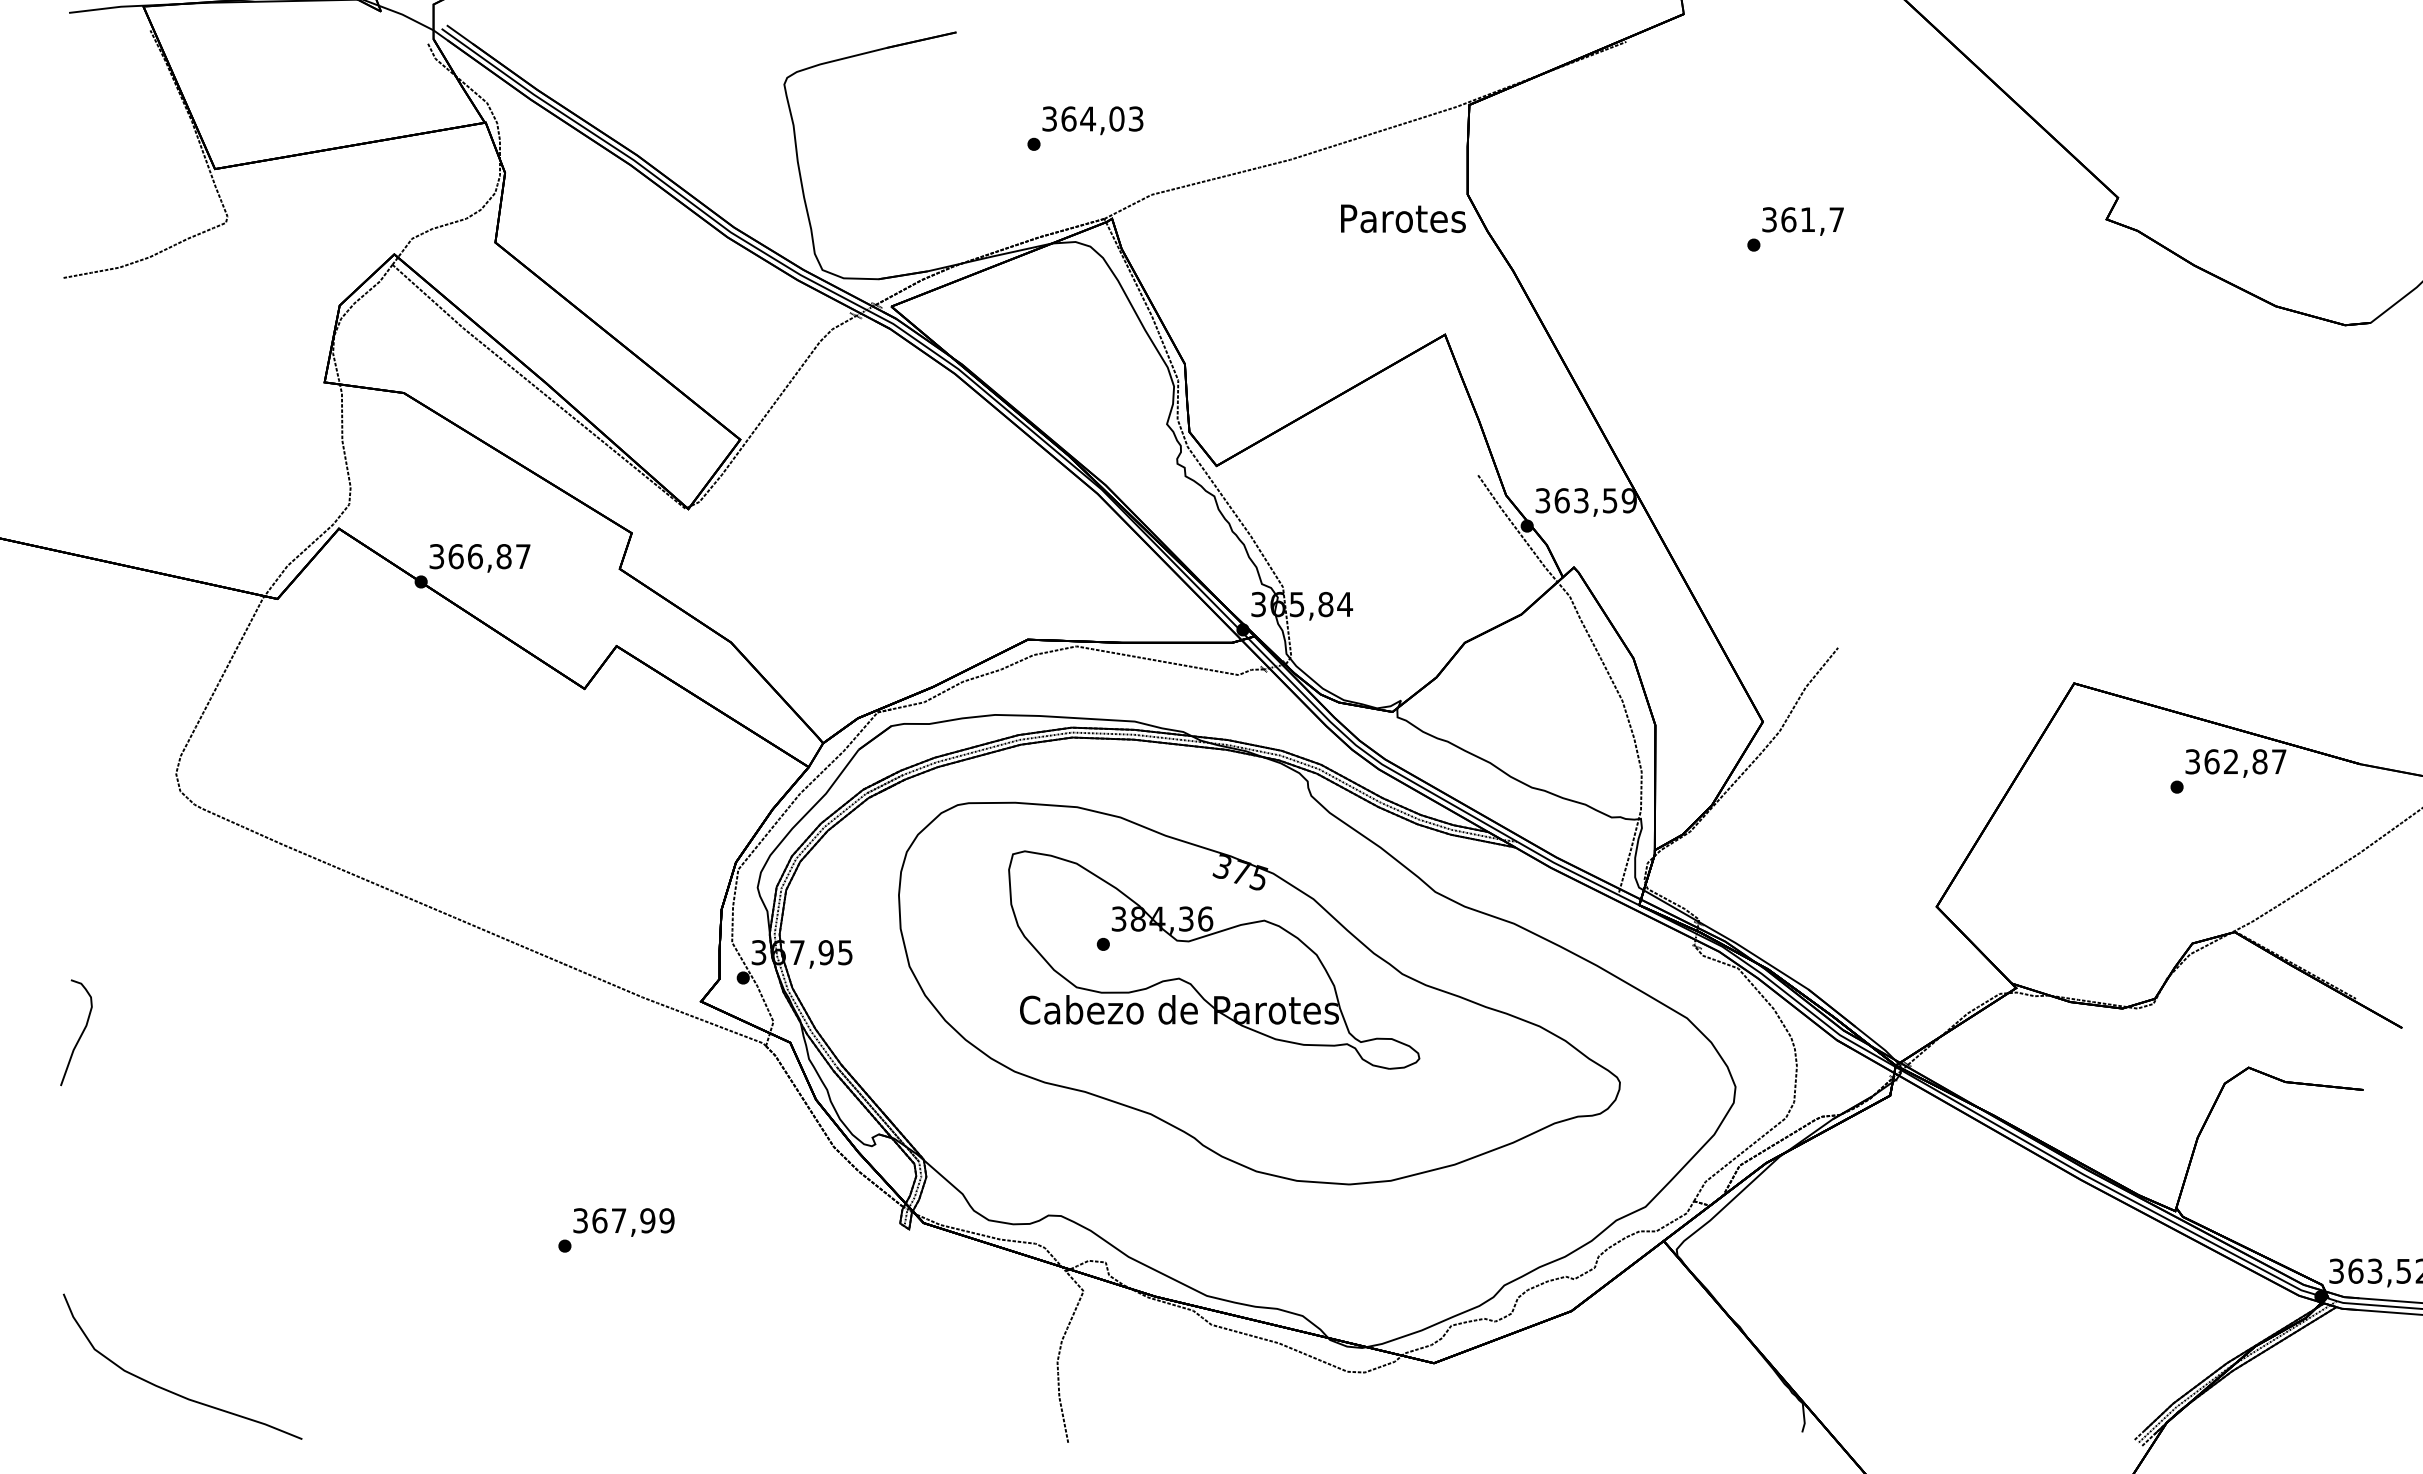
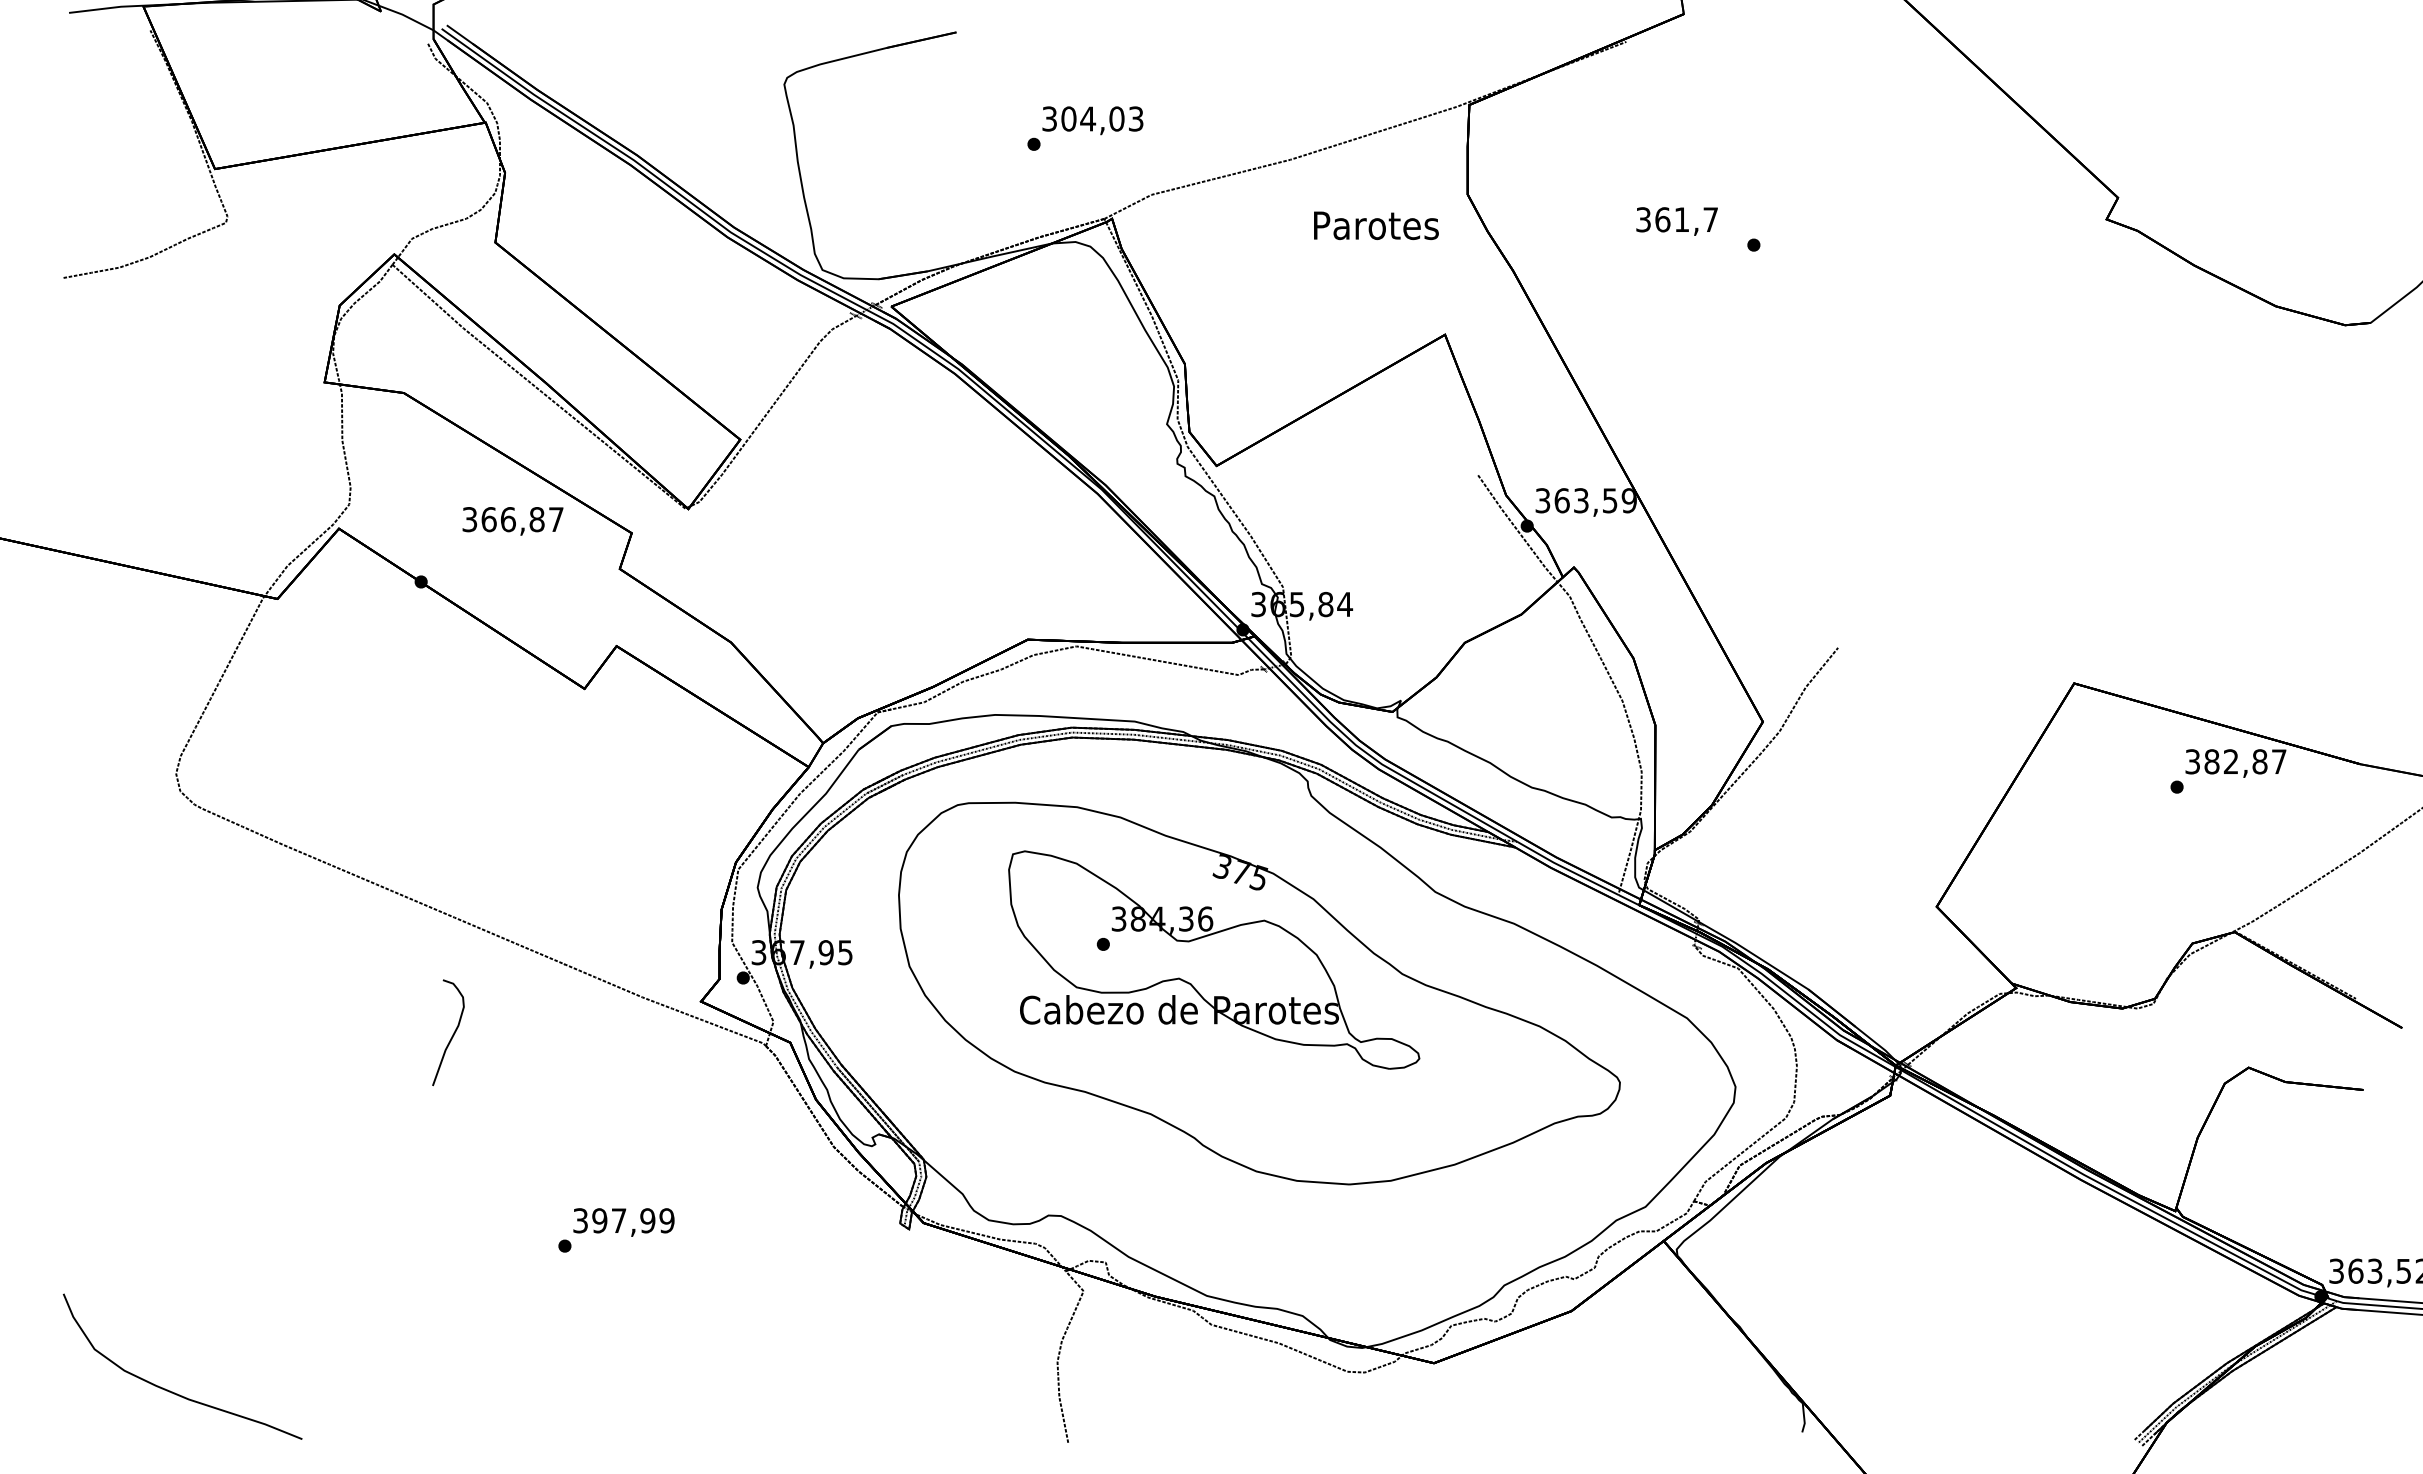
text at (1068, 118): 364,03 -> 304,03
text at (1403, 218) position: (1403, 218) -> (1376, 225)
text at (1802, 221) position: (1802, 221) -> (1676, 221)
text at (479, 558) position: (479, 558) -> (512, 521)
text at (2211, 761): 362,87 -> 382,87
curve at (80, 1034) position: (80, 1034) -> (452, 1034)
text at (599, 1220): 367,99 -> 397,99
